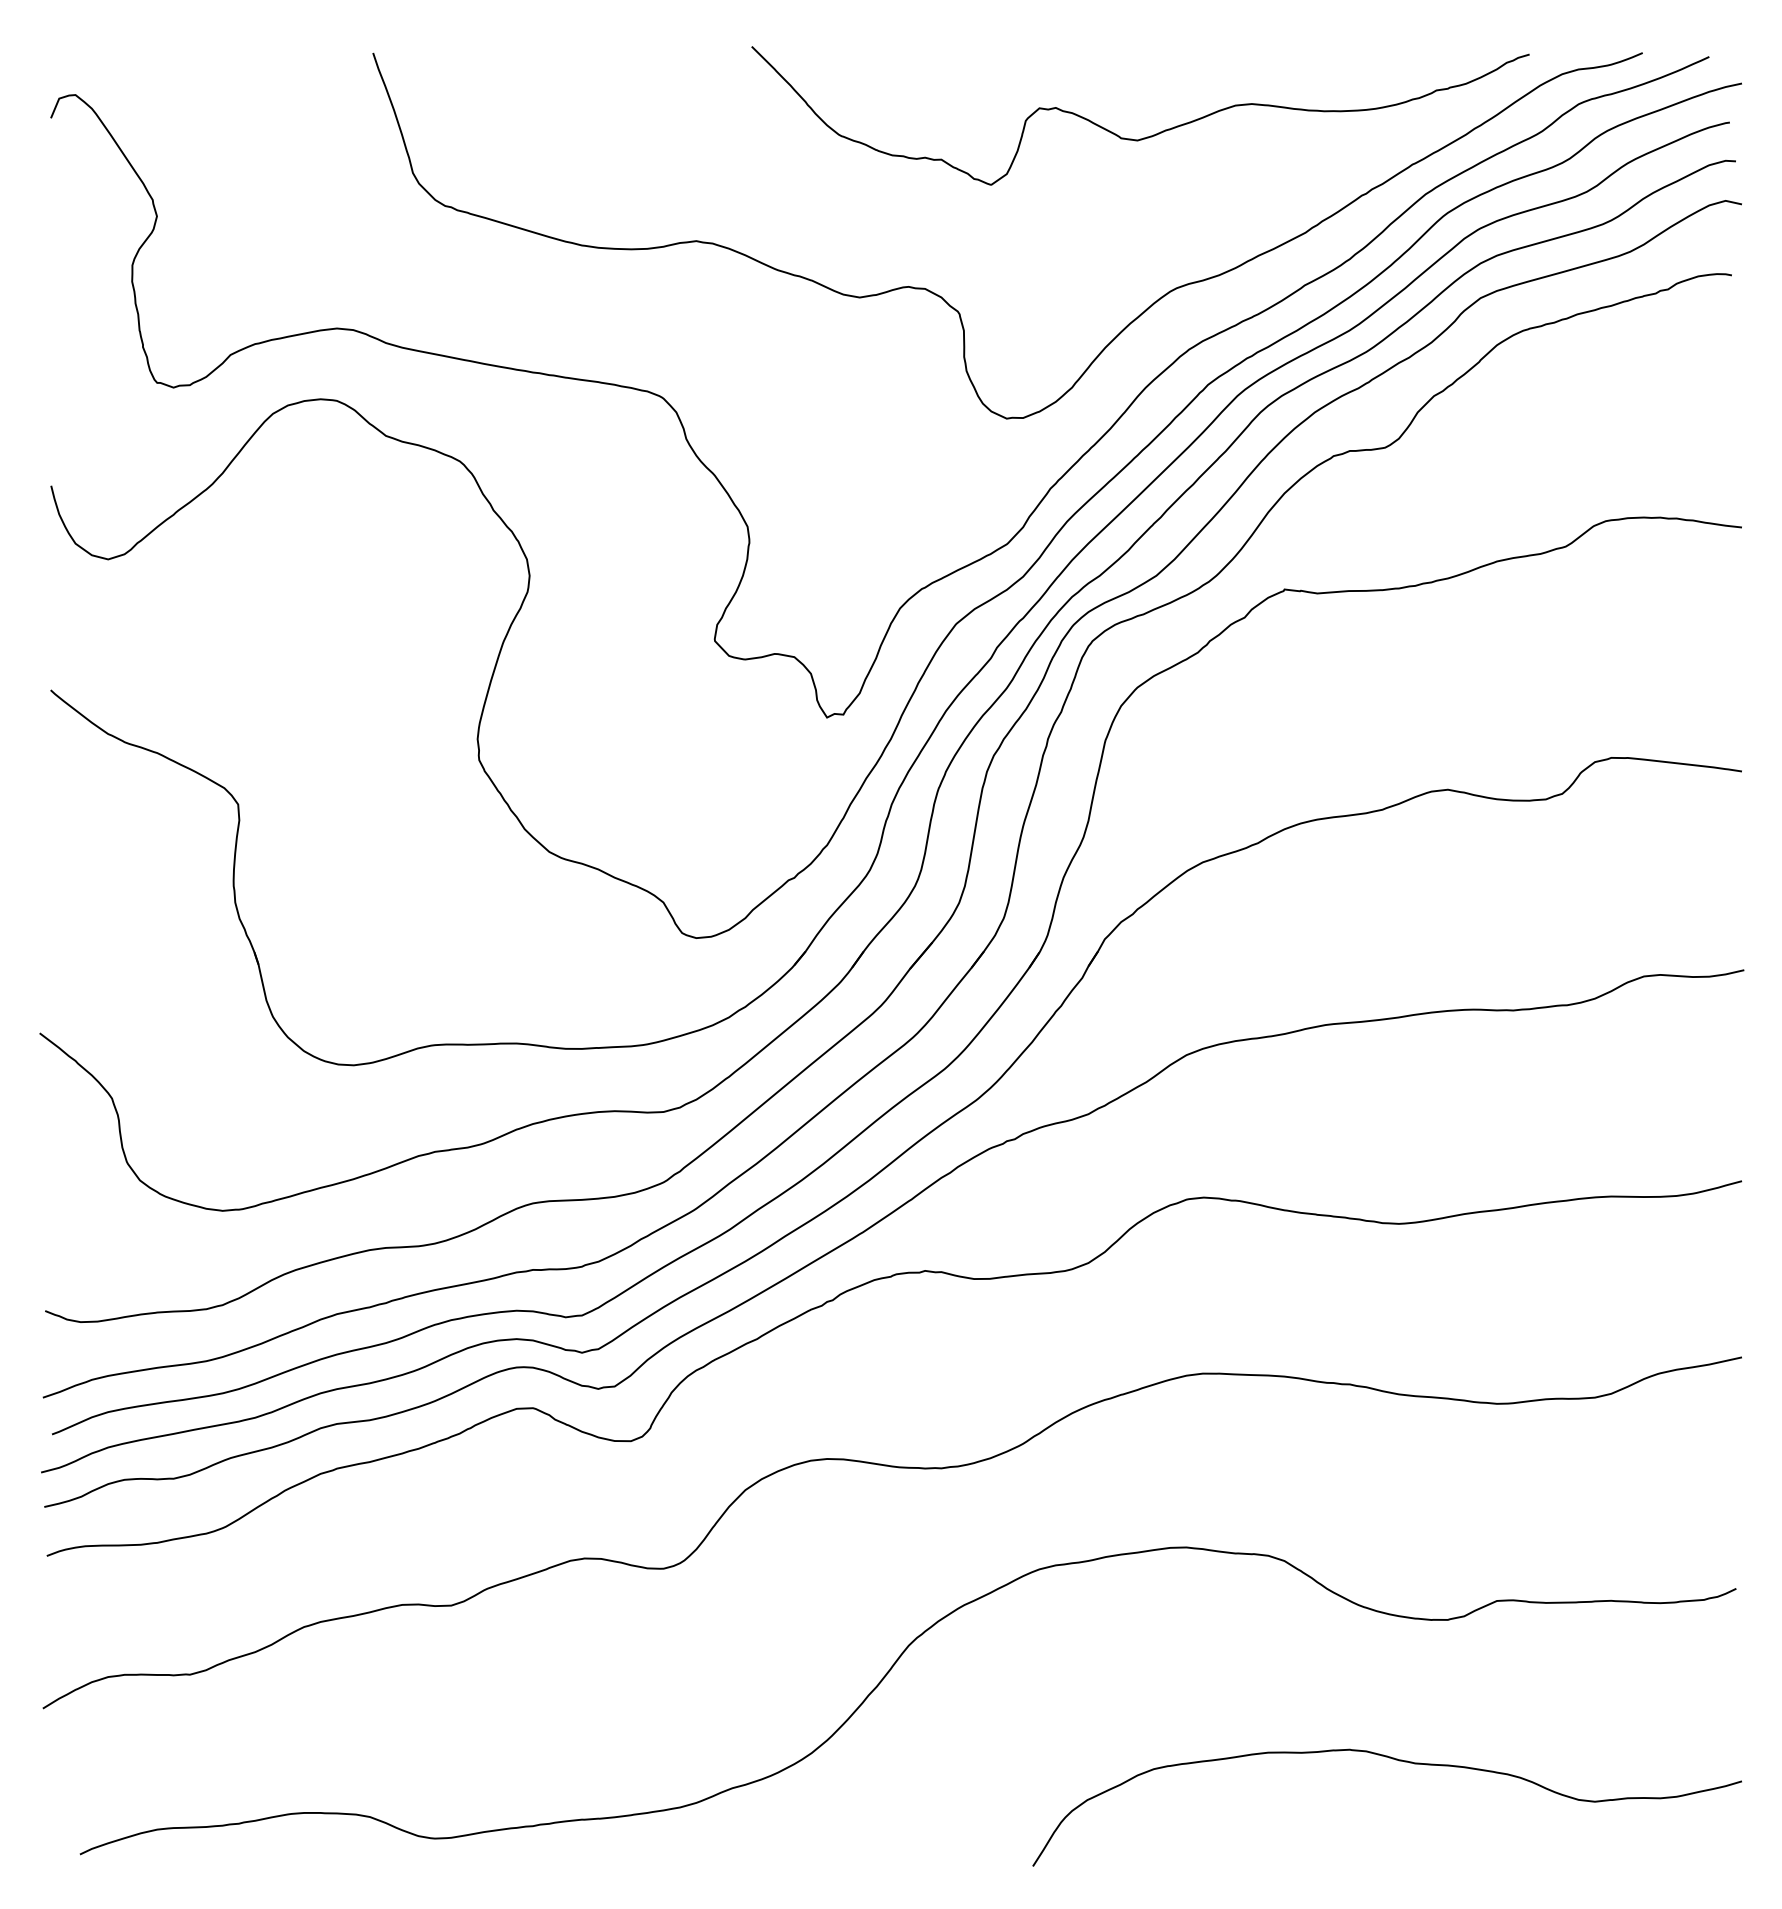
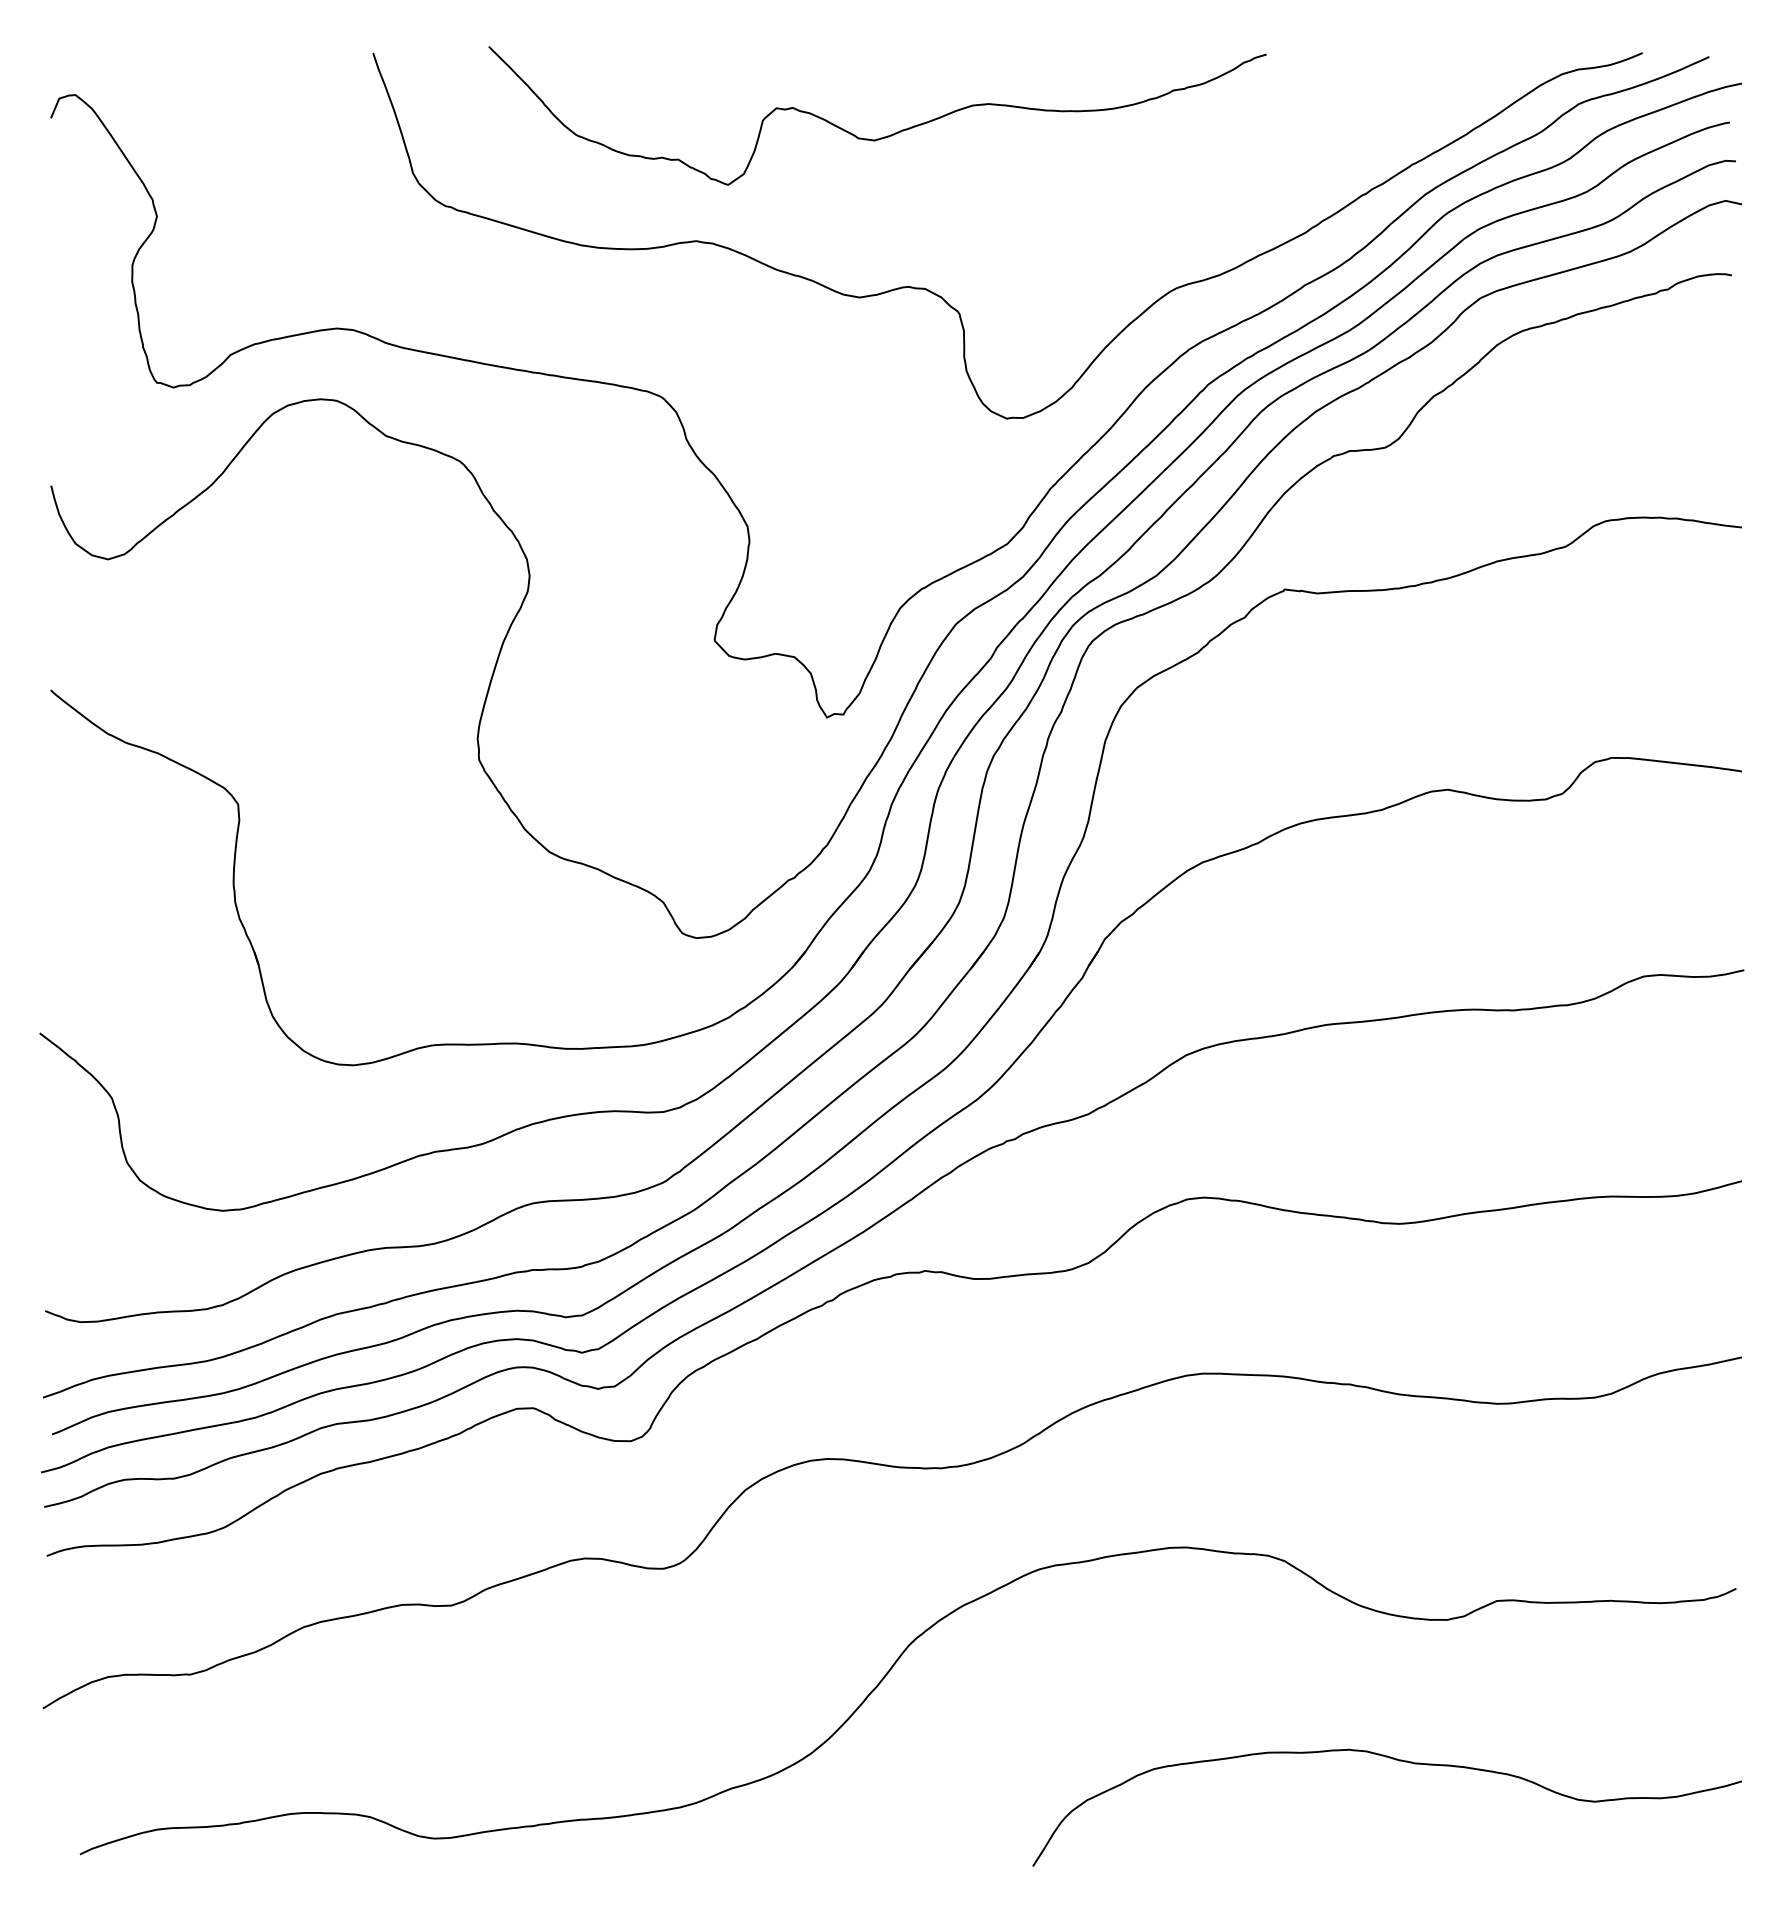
curve at (1147, 136) position: (1147, 136) -> (884, 136)
